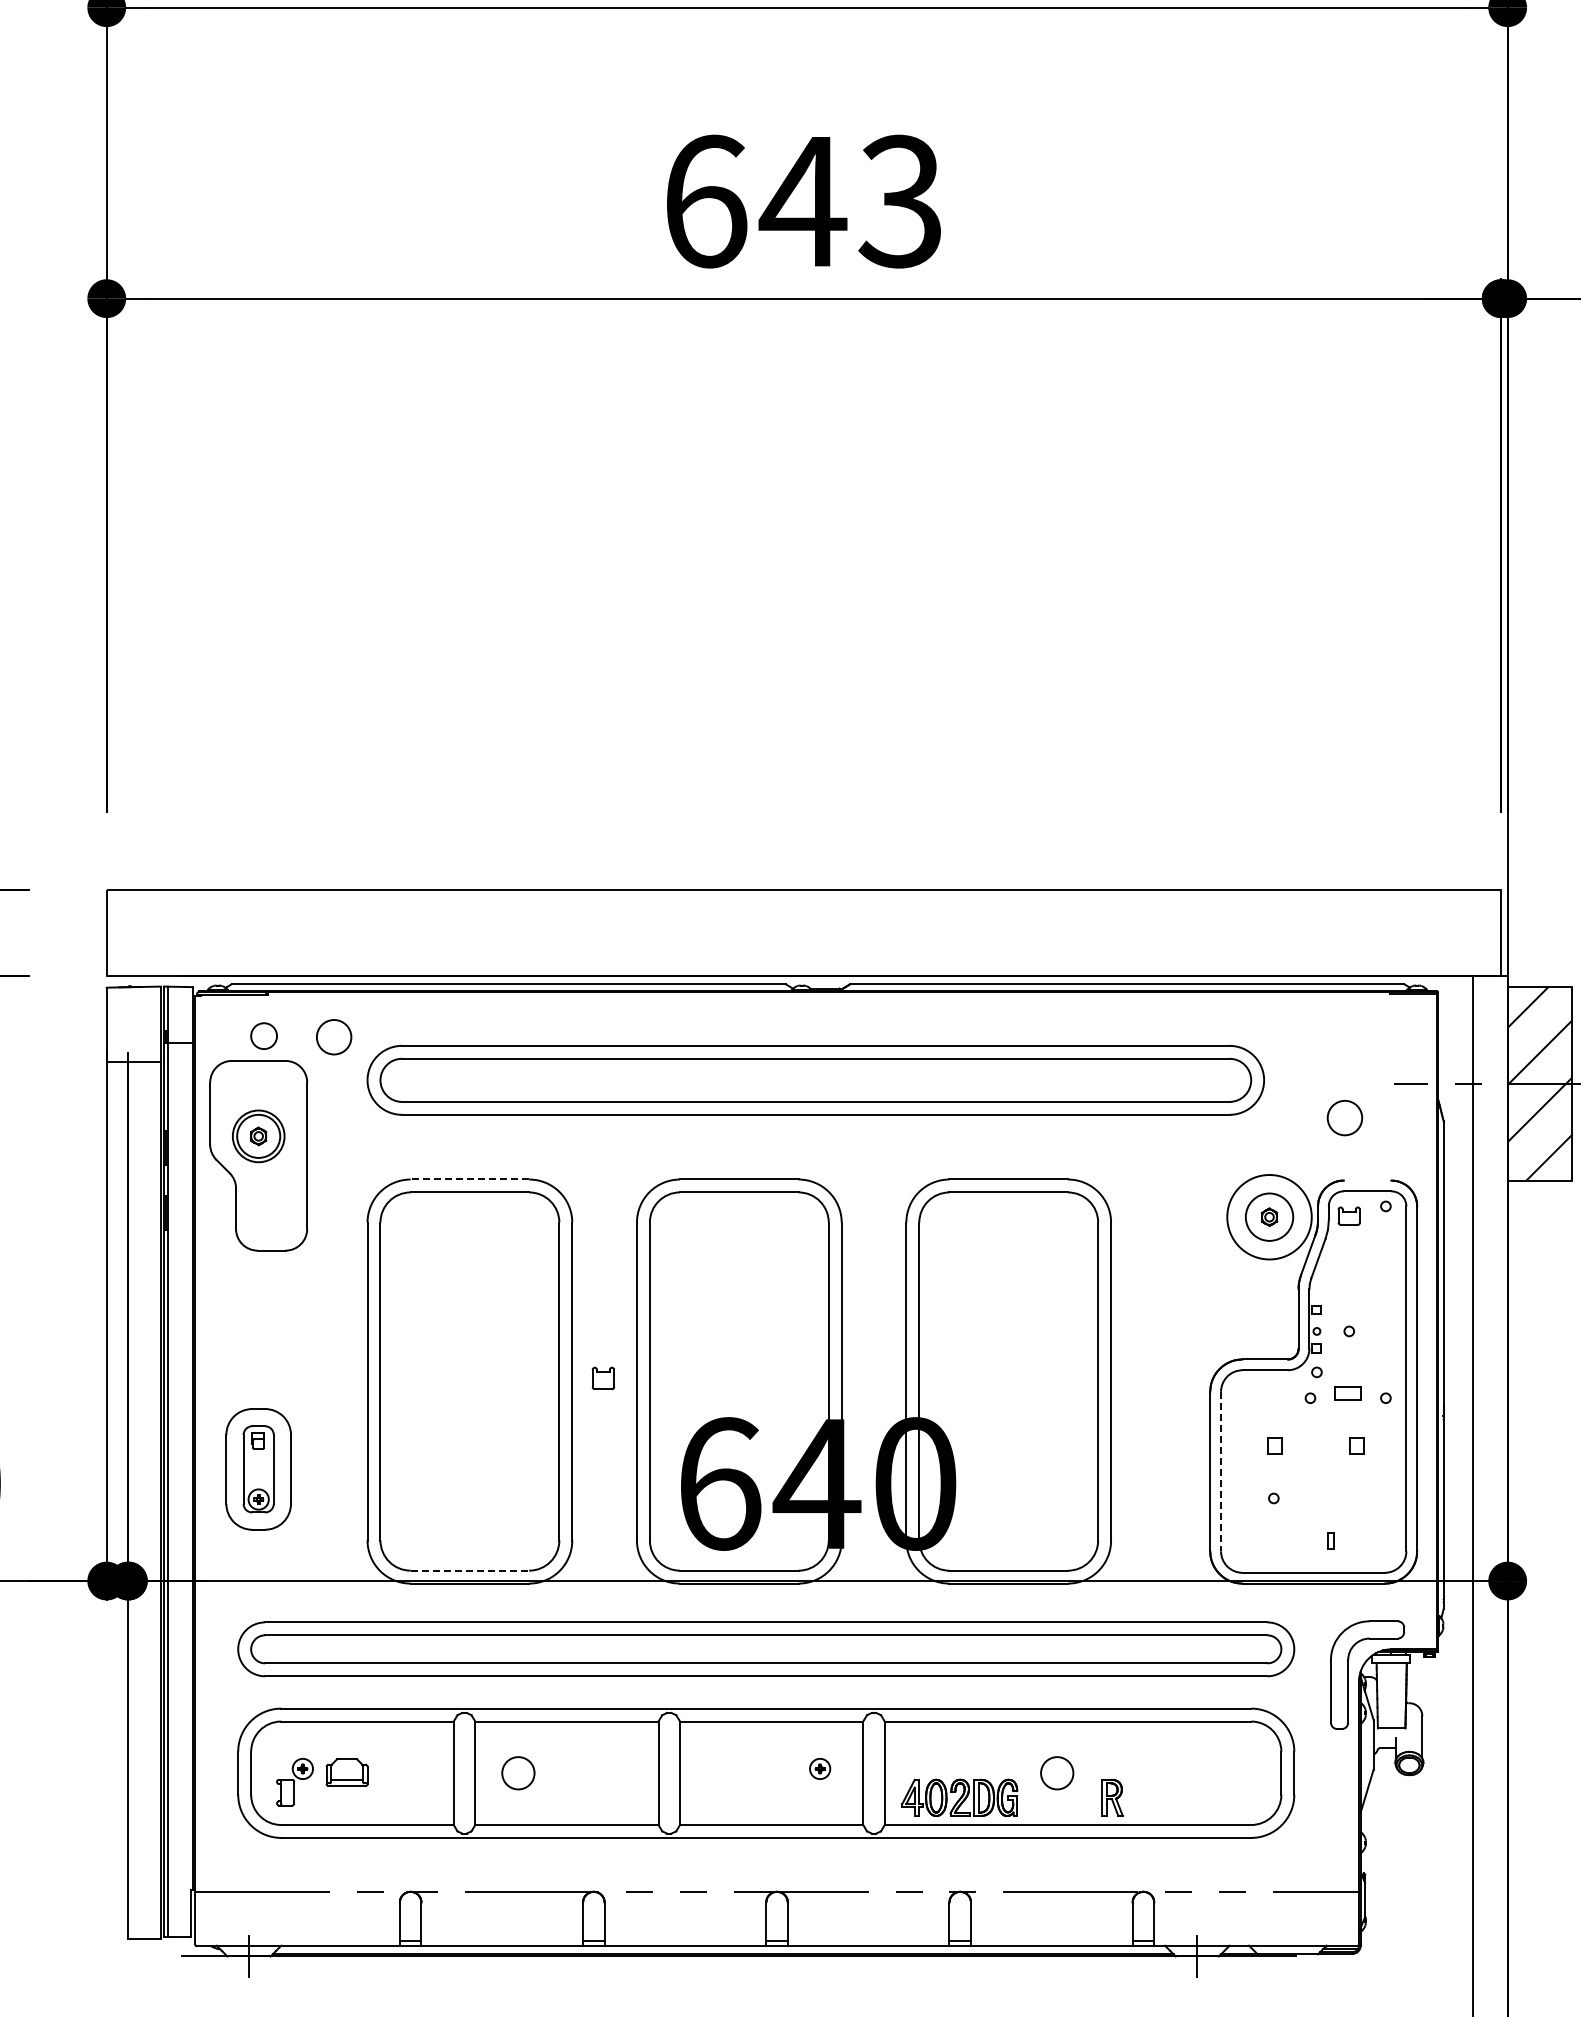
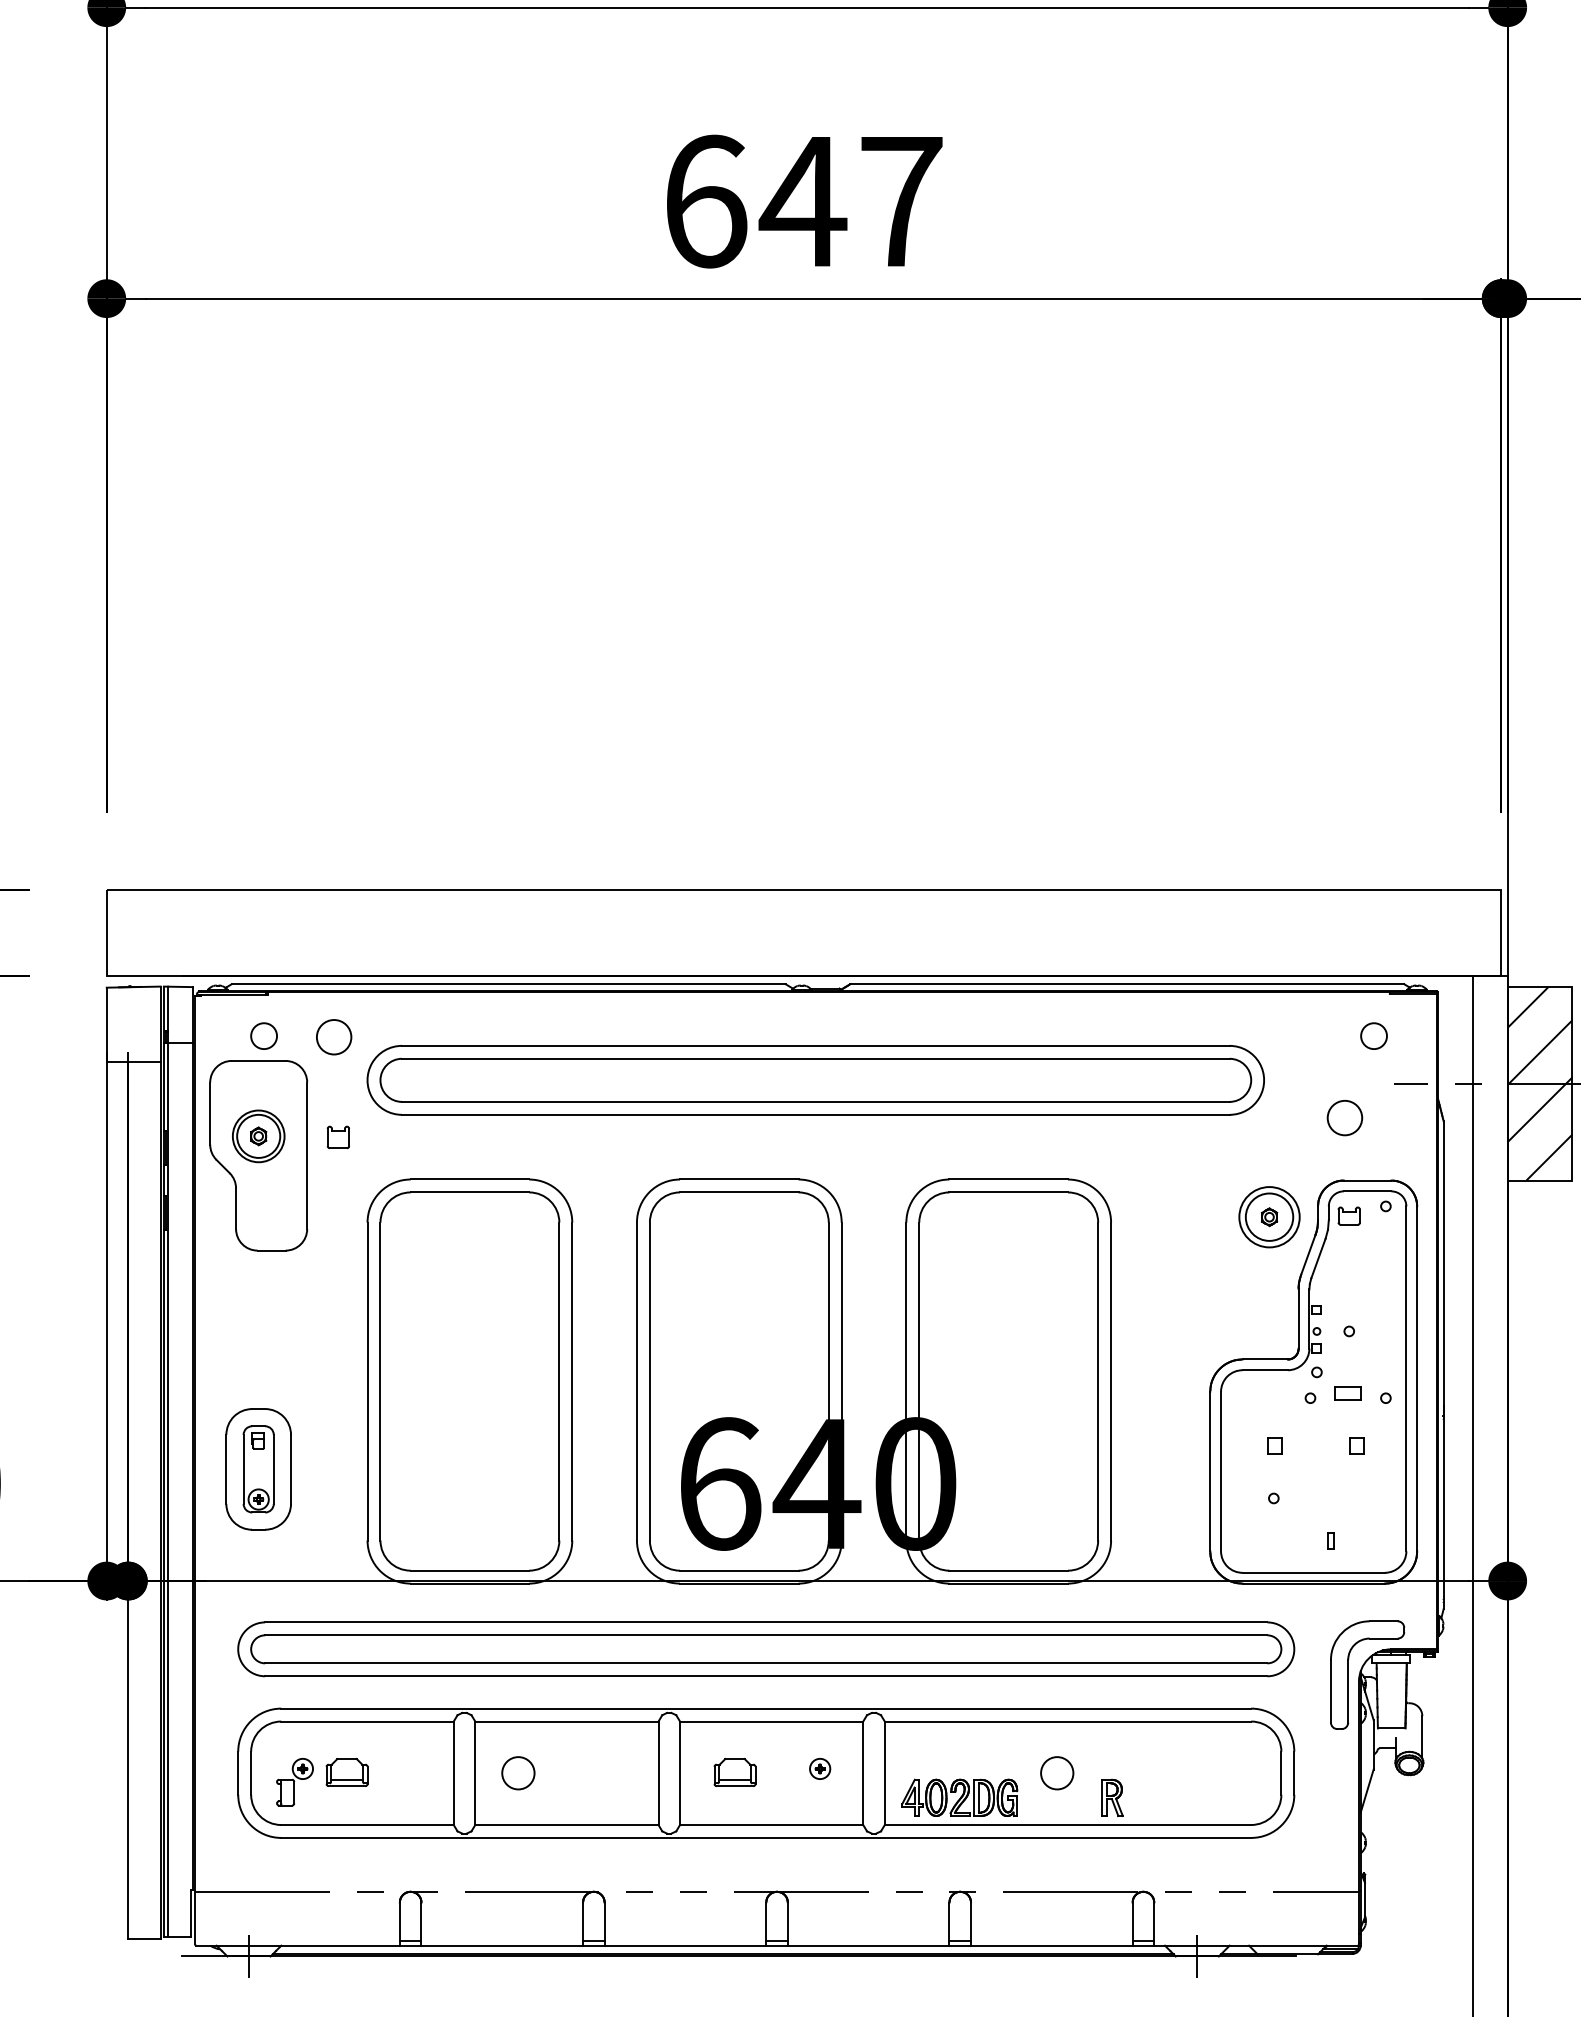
text at (900, 201): 643 -> 647
circle at (1373, 1035): none -> present
line at (469, 1179): dashed -> solid
line at (1367, 1180): none -> present
circle at (1269, 1216) diameter: 84 px -> 60 px
part at (602, 1377) position: (602, 1377) -> (337, 1136)
line at (1221, 1471): dashed -> solid
line at (470, 1570): dashed -> solid
part at (734, 1772): none -> present
